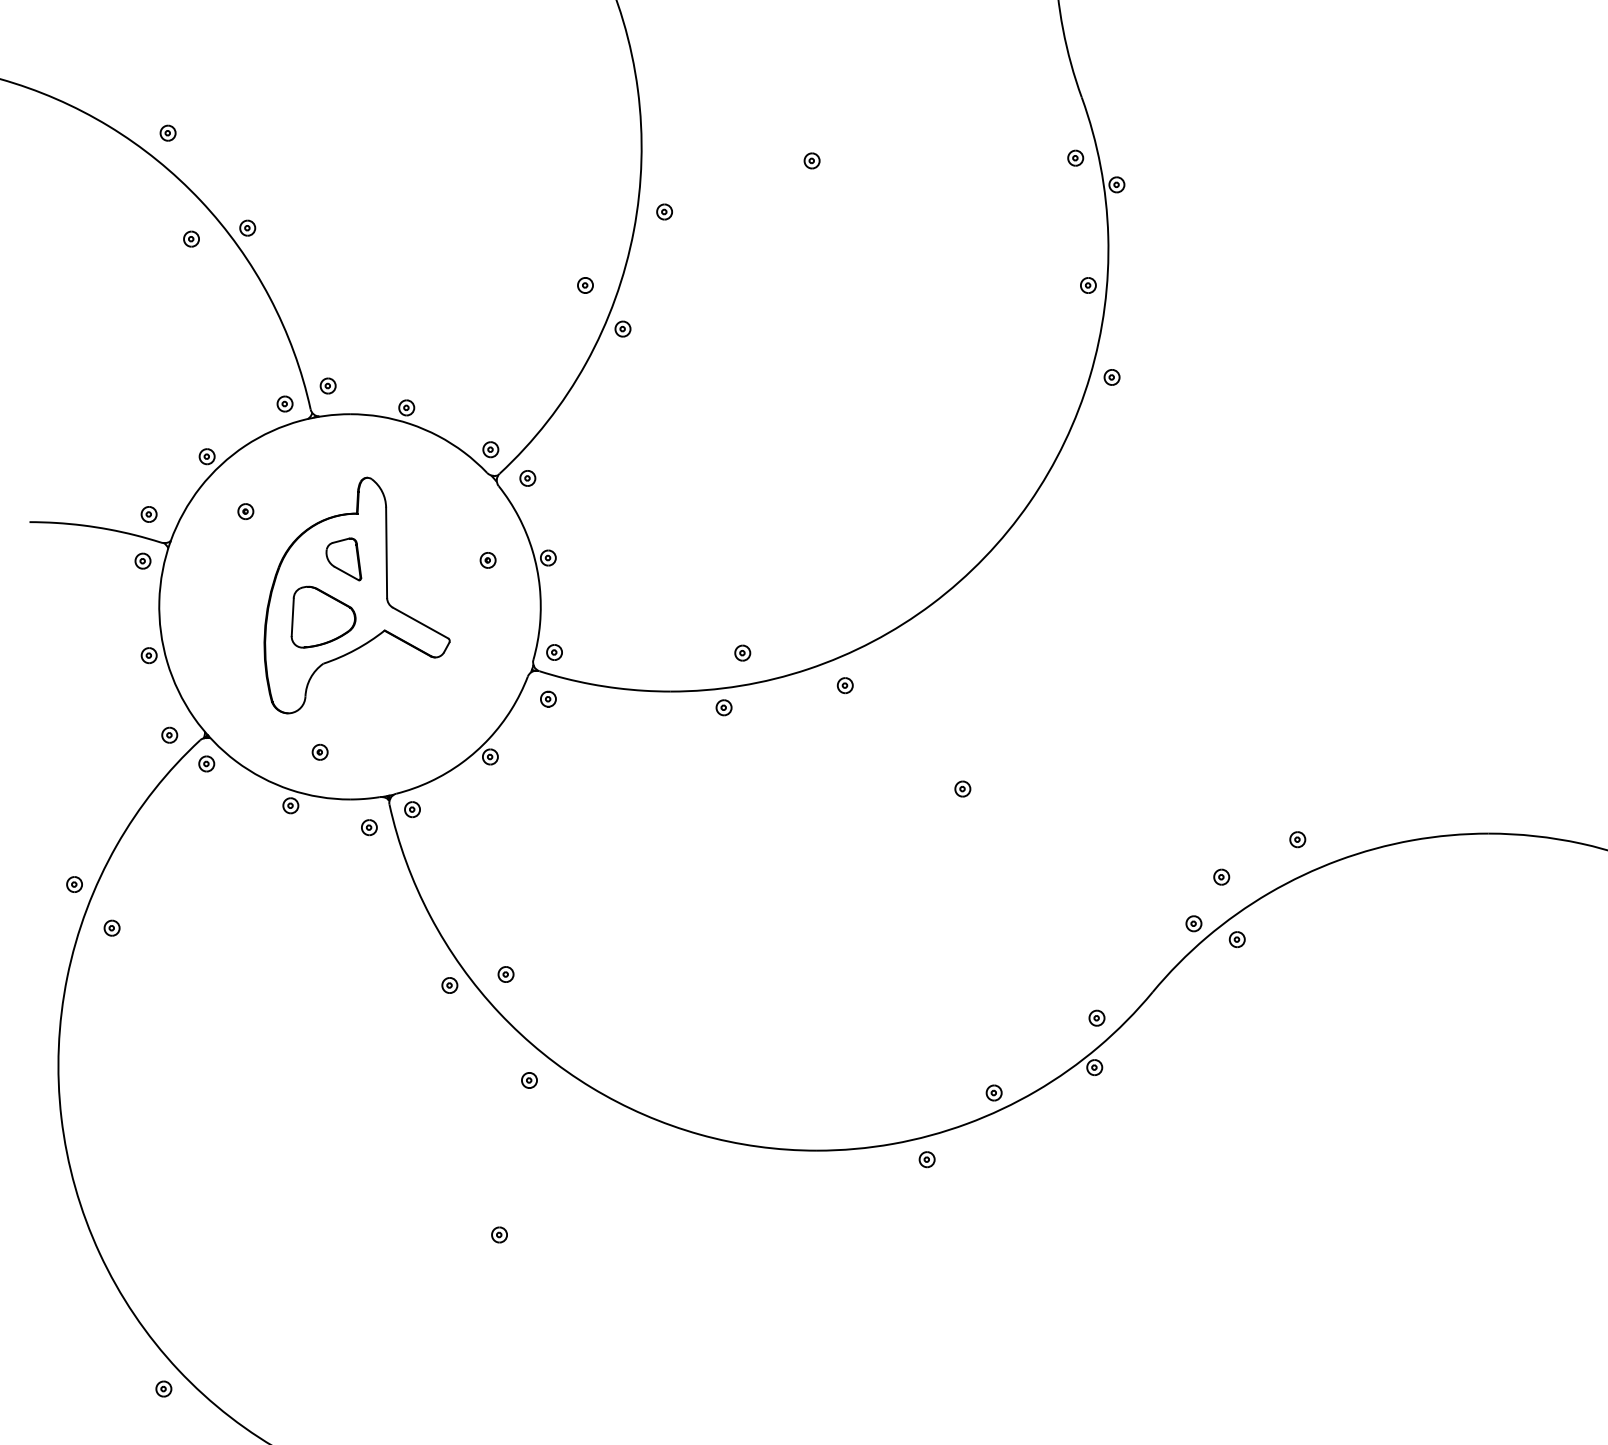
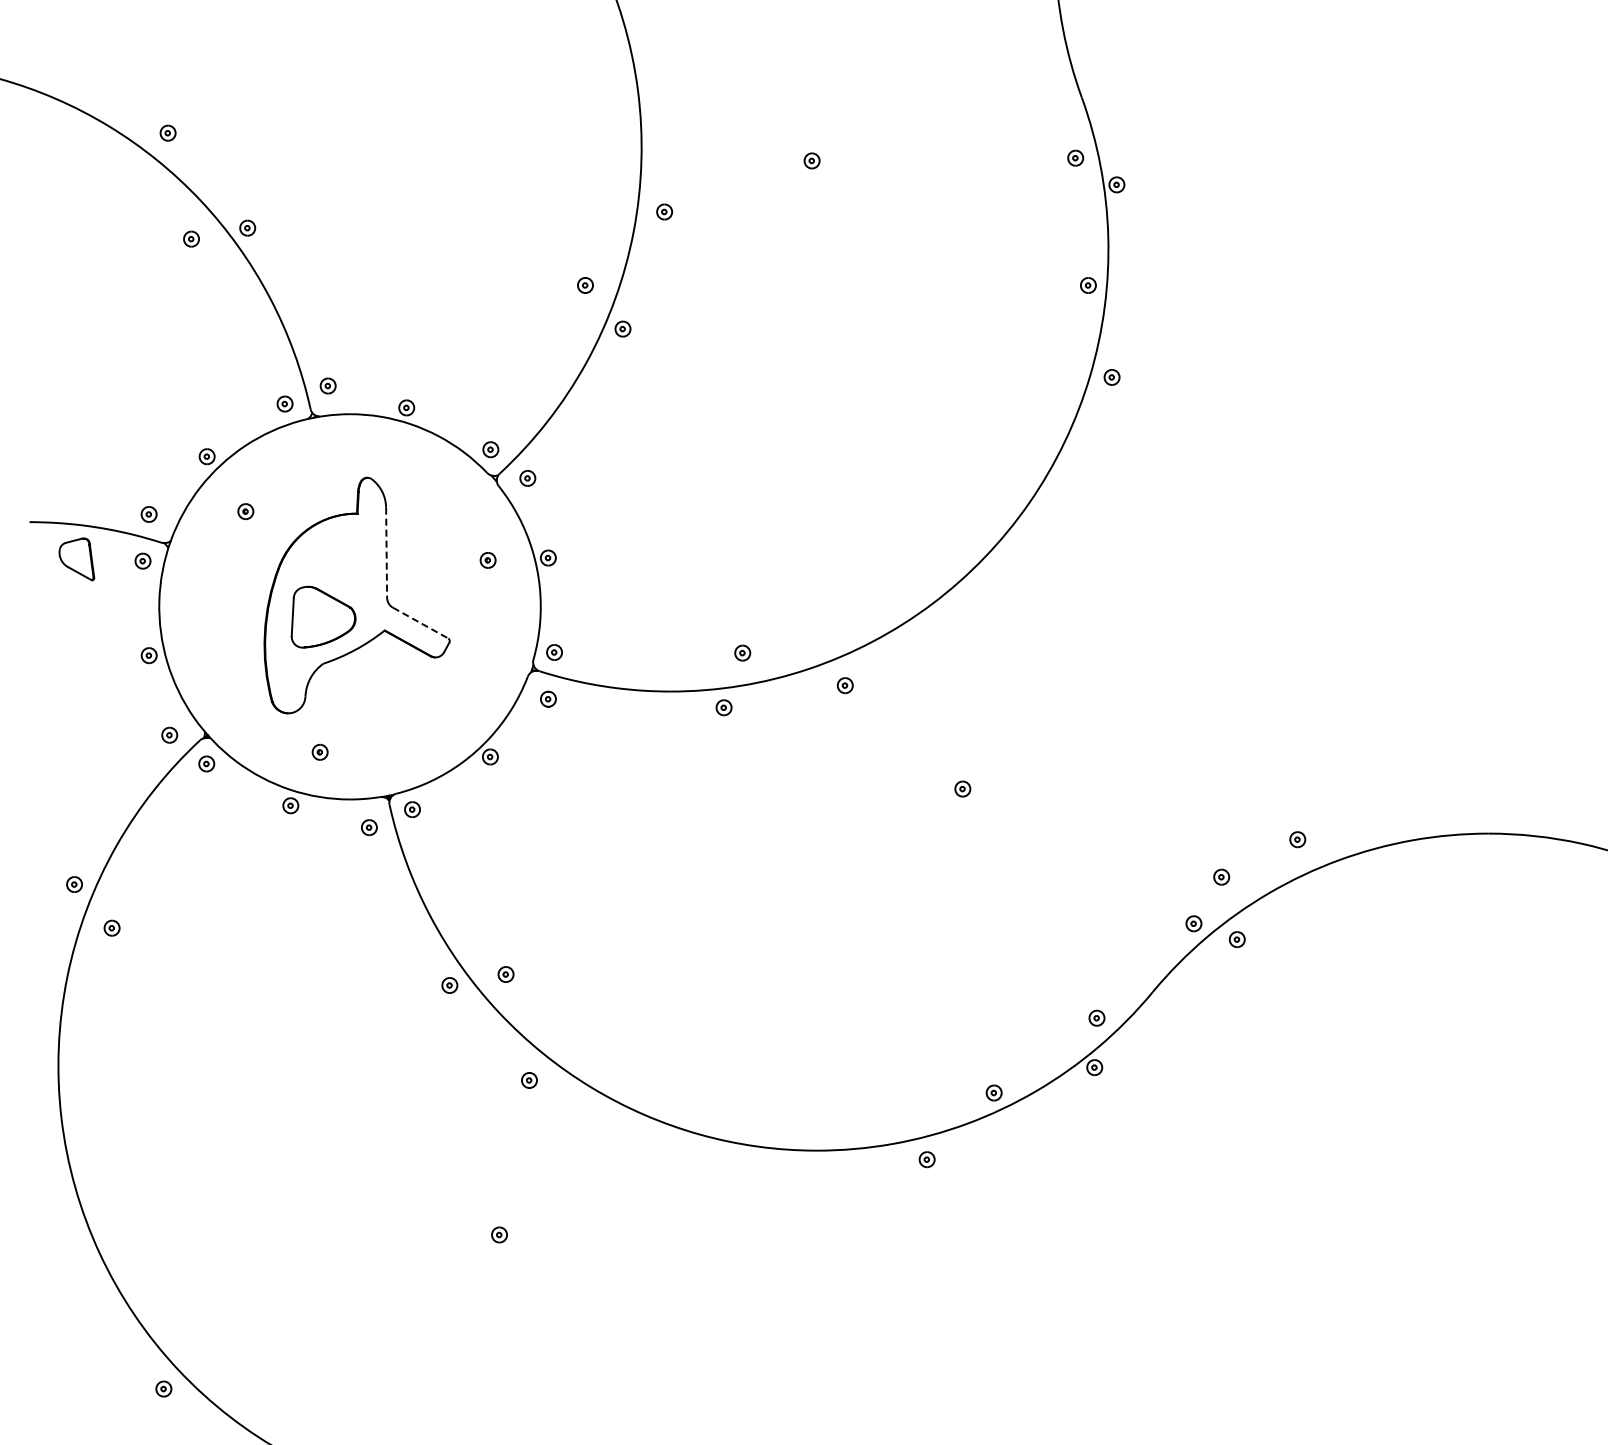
line at (386, 553): solid -> dashed
part at (343, 559) position: (343, 559) -> (76, 559)
line at (420, 623): solid -> dashed
